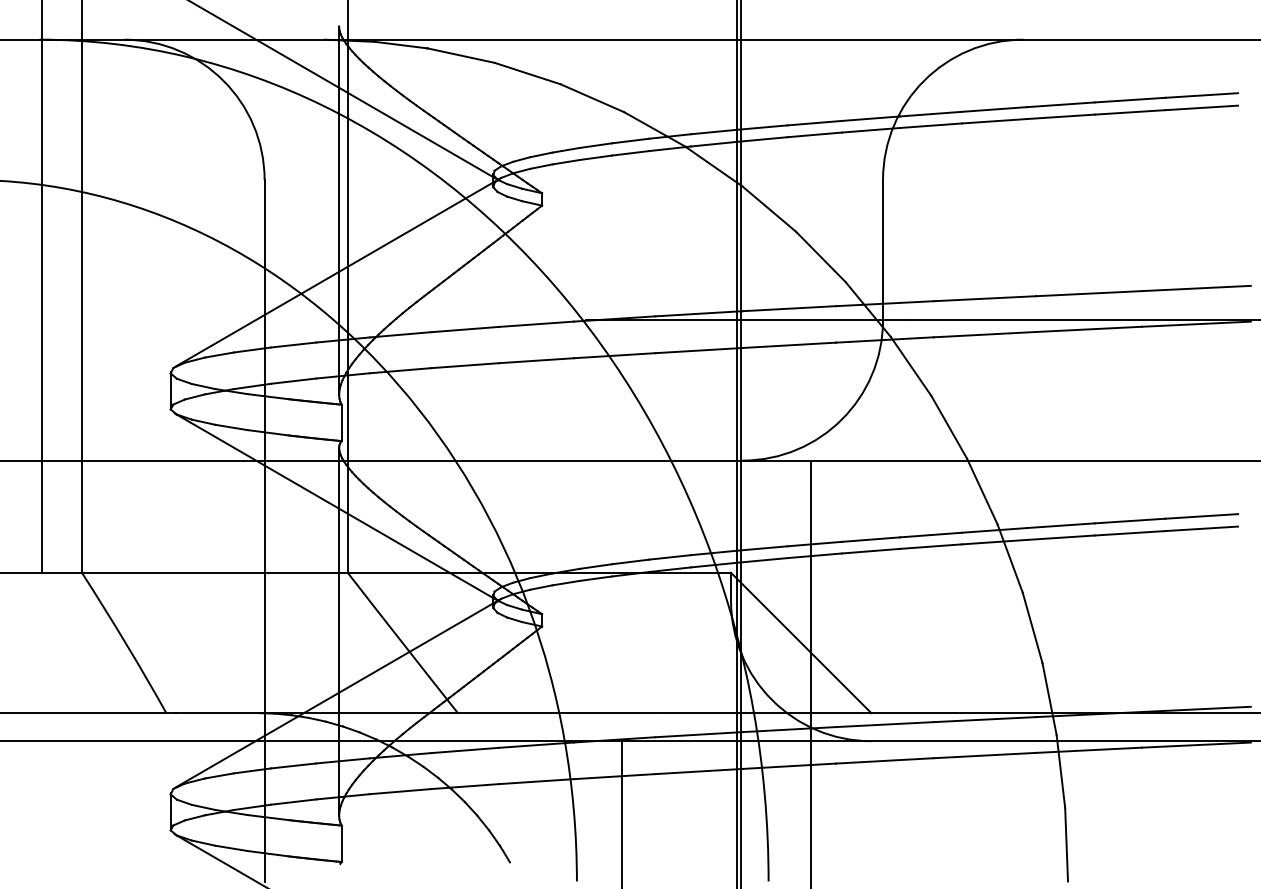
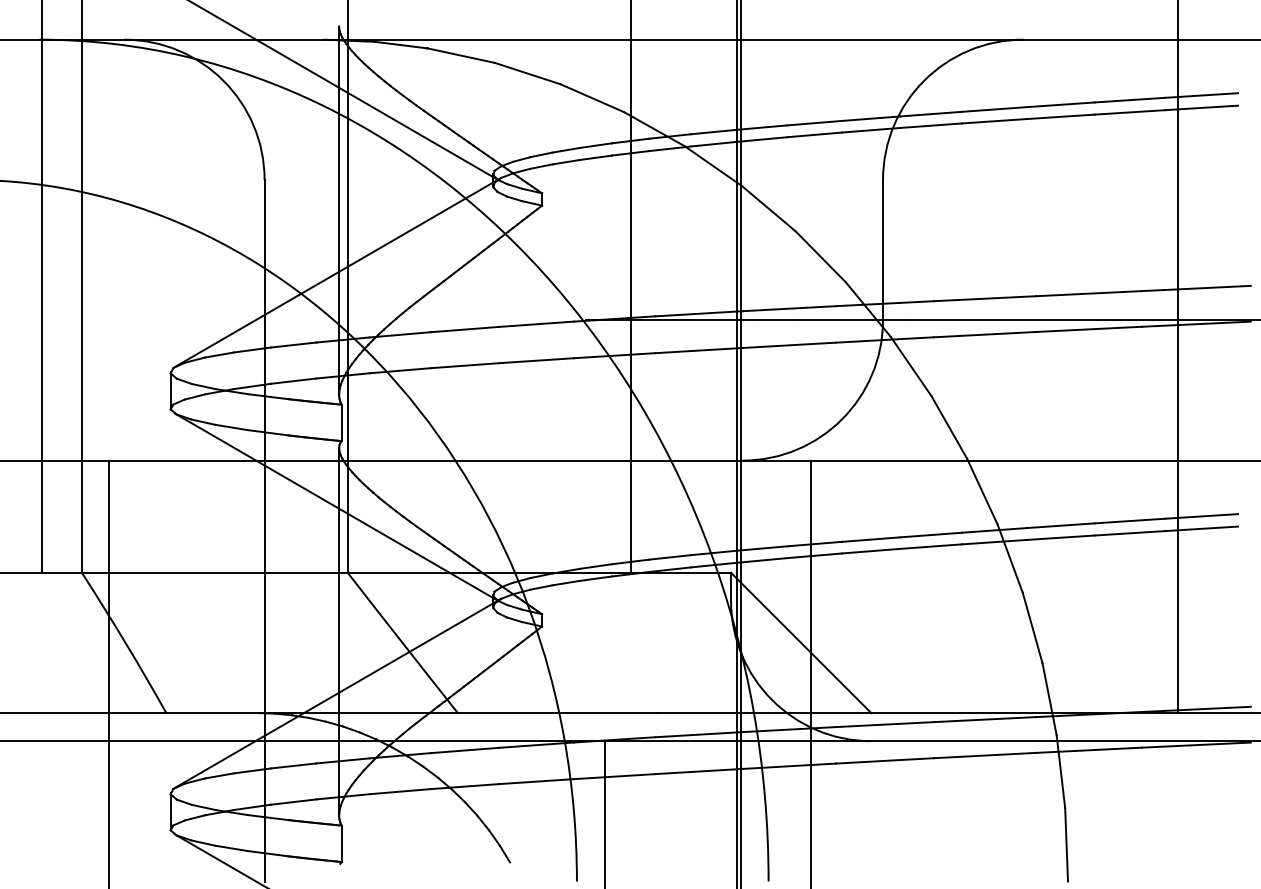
line at (630, 287): none -> present
line at (1178, 357): none -> present
line at (109, 672): none -> present
line at (622, 813) position: (622, 813) -> (605, 813)
